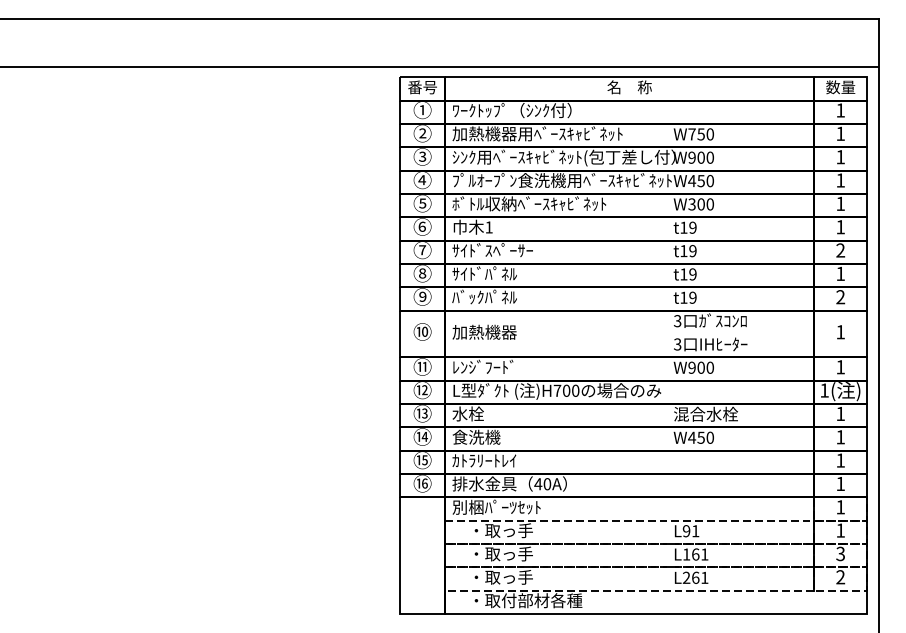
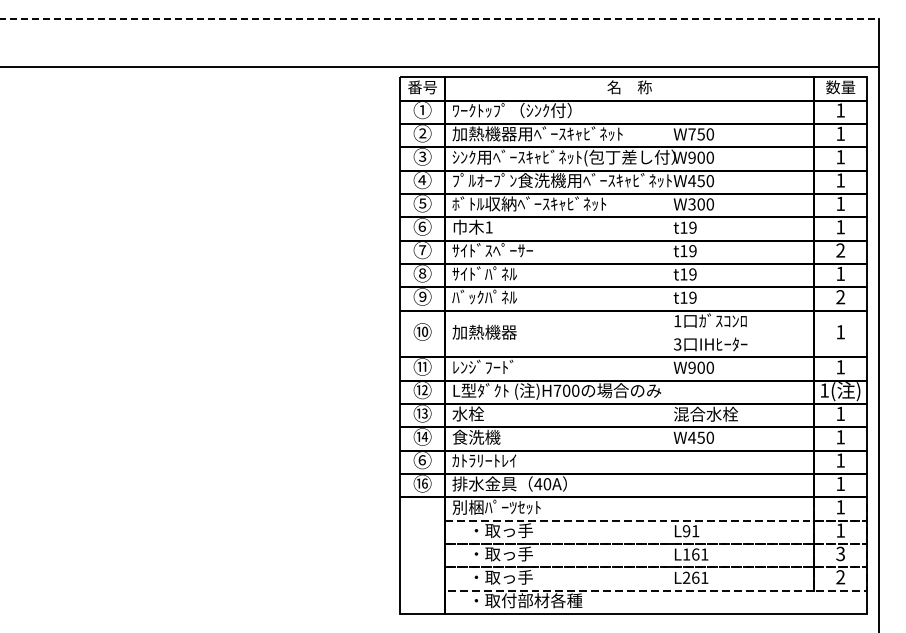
line at (439, 18): solid -> dashed
text at (677, 321): 3 -> 1
text at (422, 460): ⑮ -> ⑥
